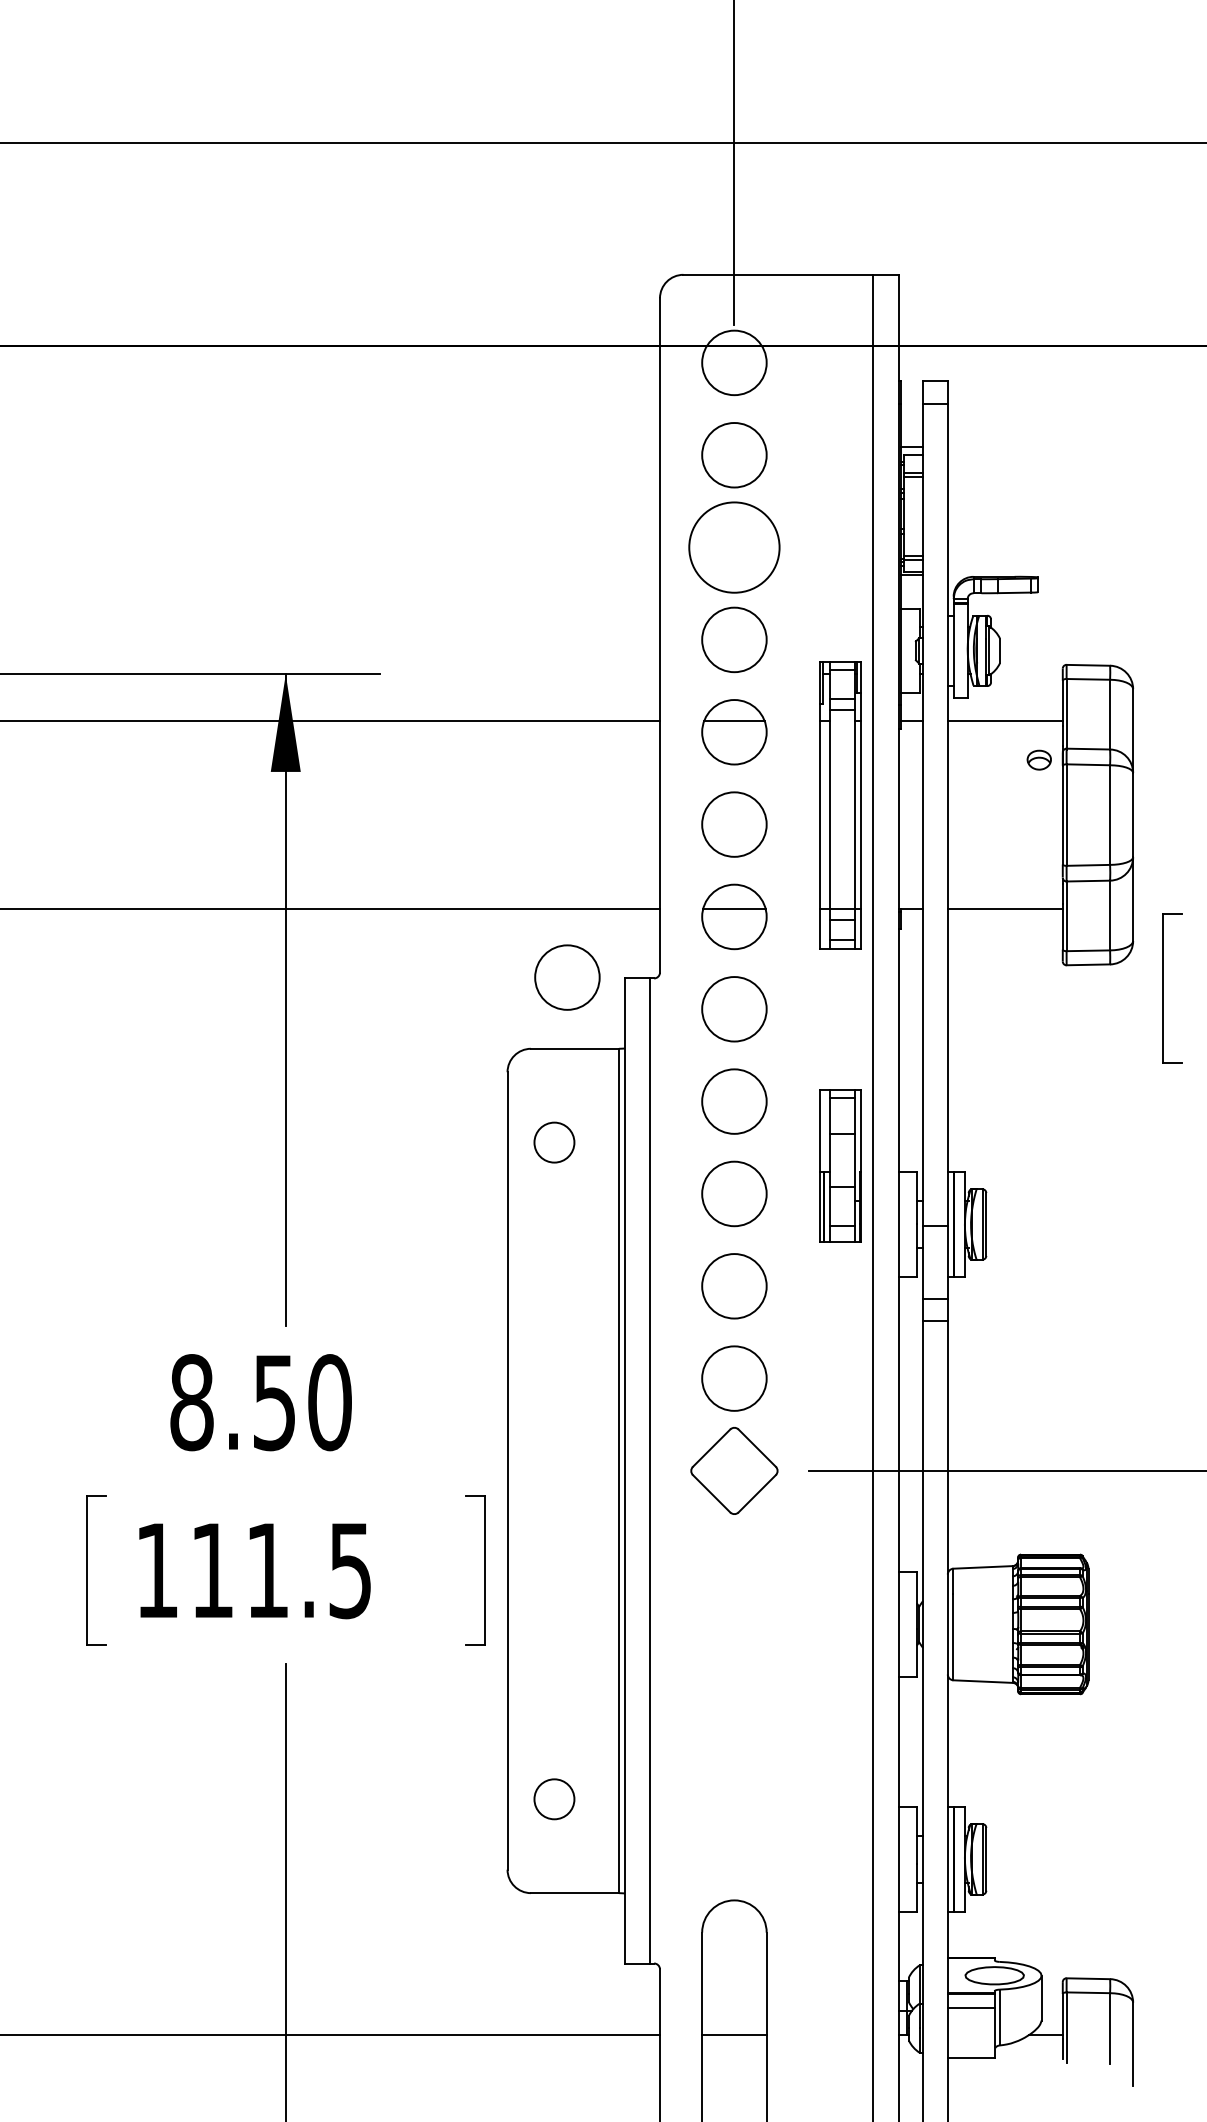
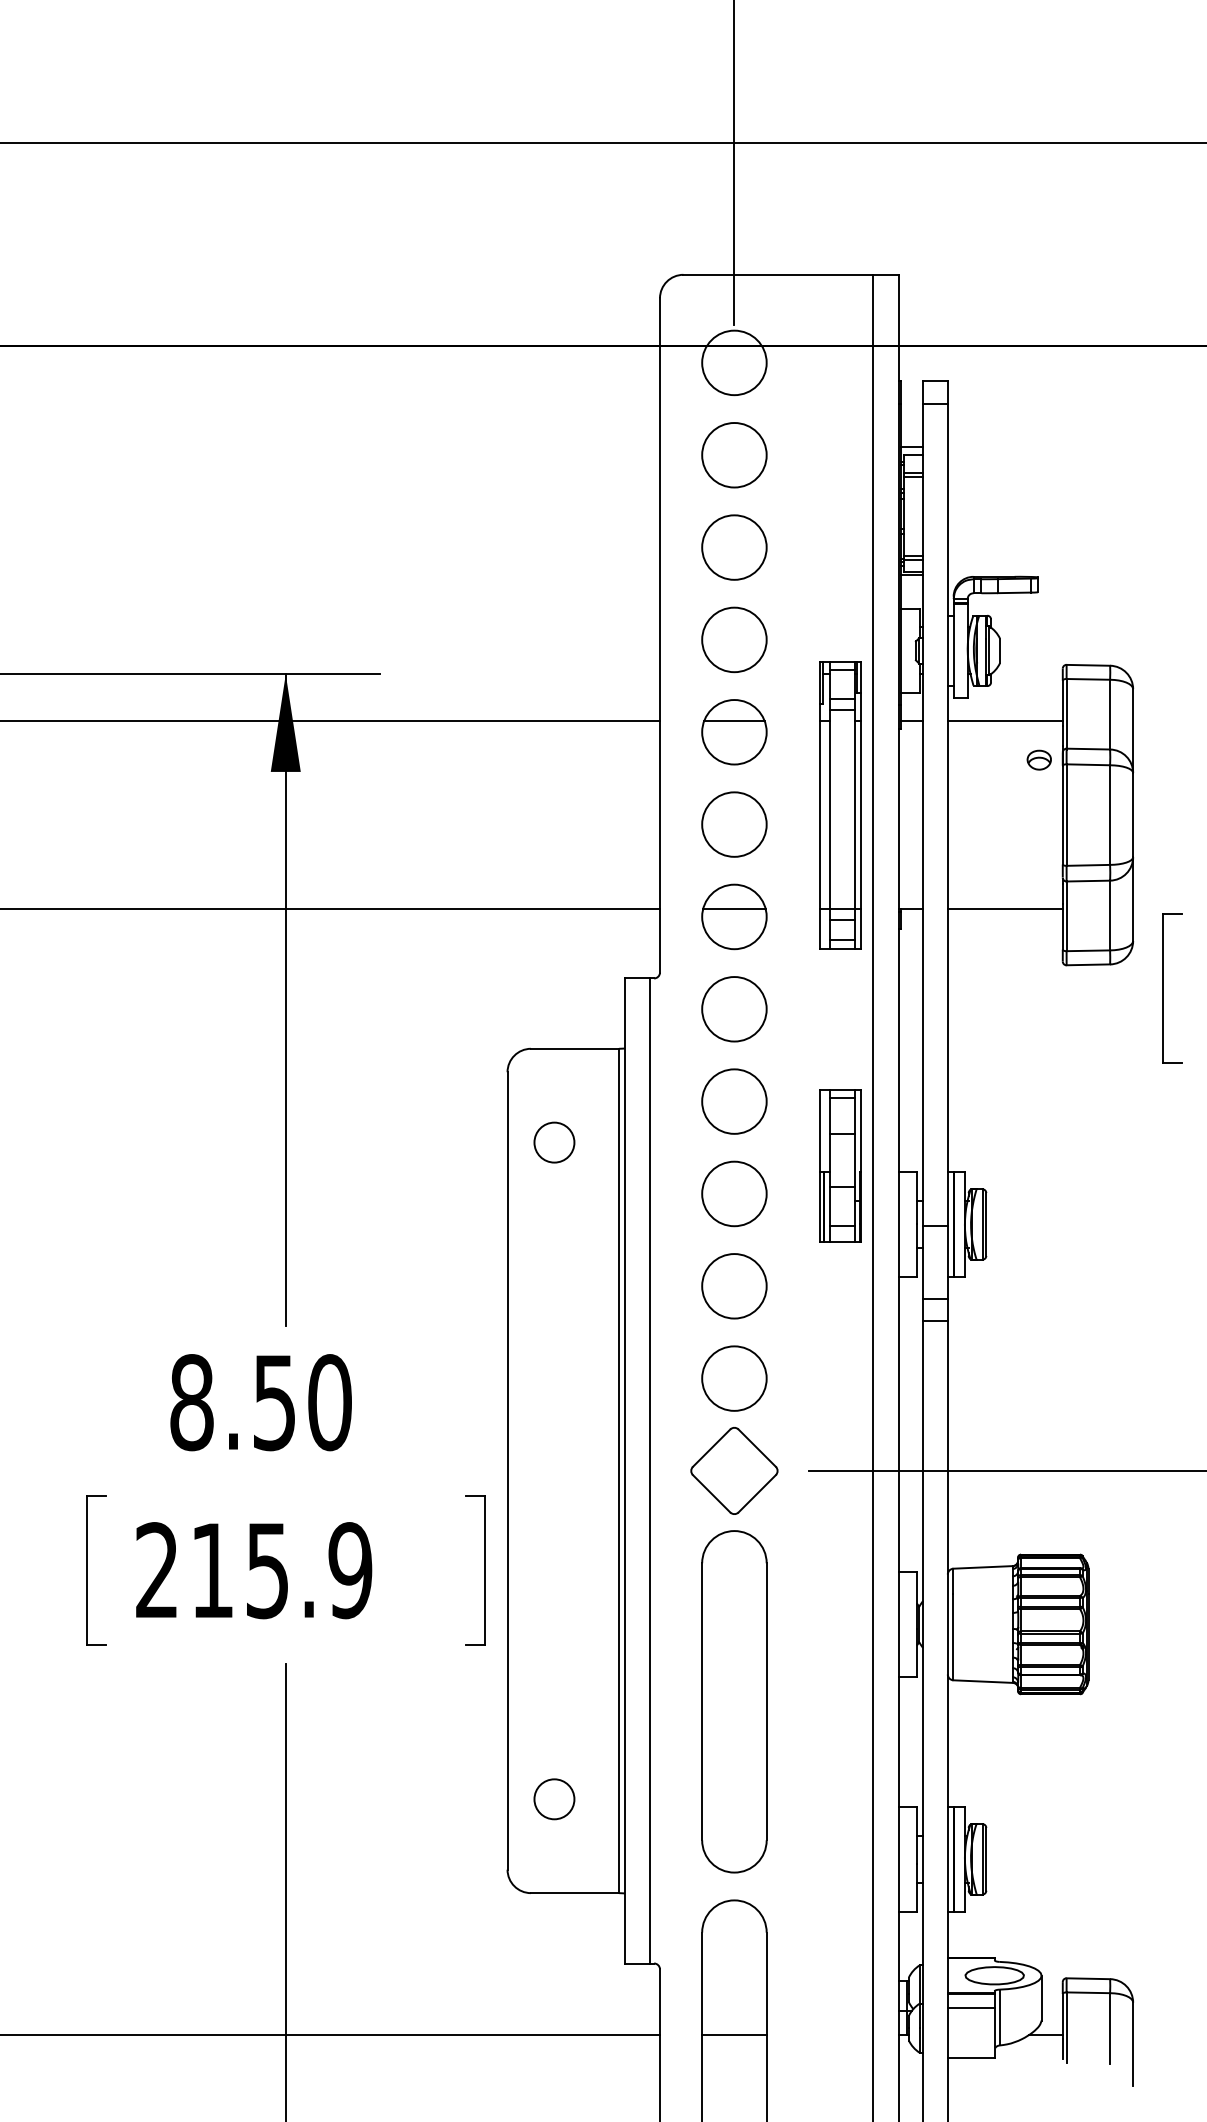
circle at (734, 547) diameter: 90 px -> 65 px
circle at (567, 977): present -> none
text at (254, 1570): 111.5 -> 215.9
part at (734, 1701): none -> present
